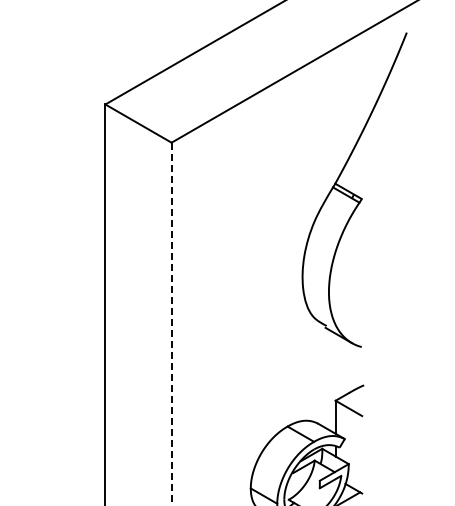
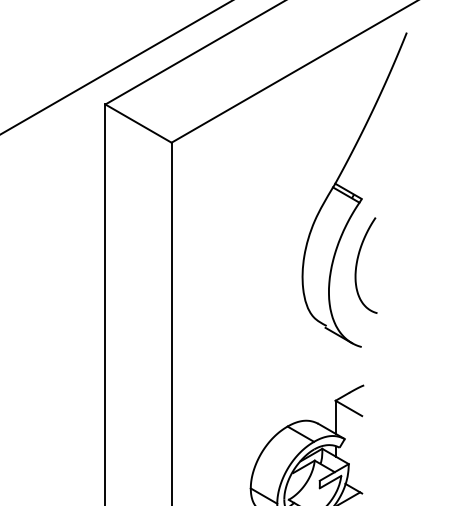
line at (115, 67): none -> present
curve at (357, 265): none -> present
line at (171, 323): dashed -> solid
